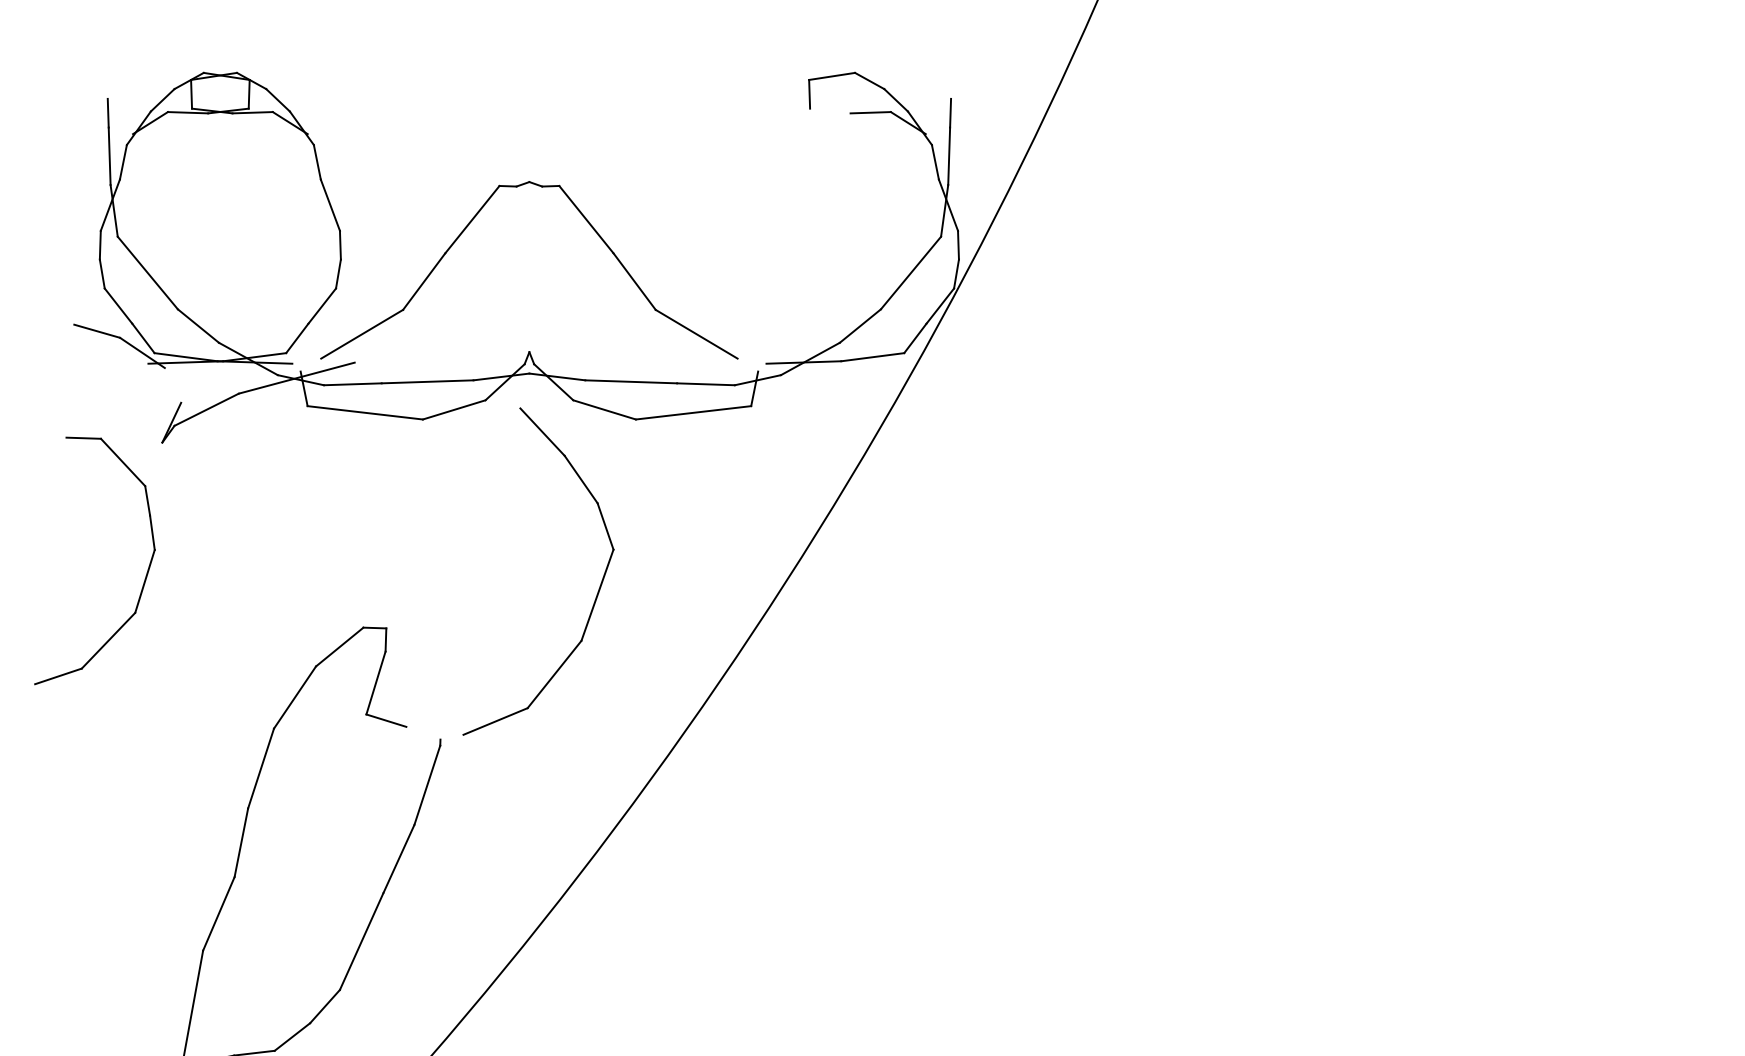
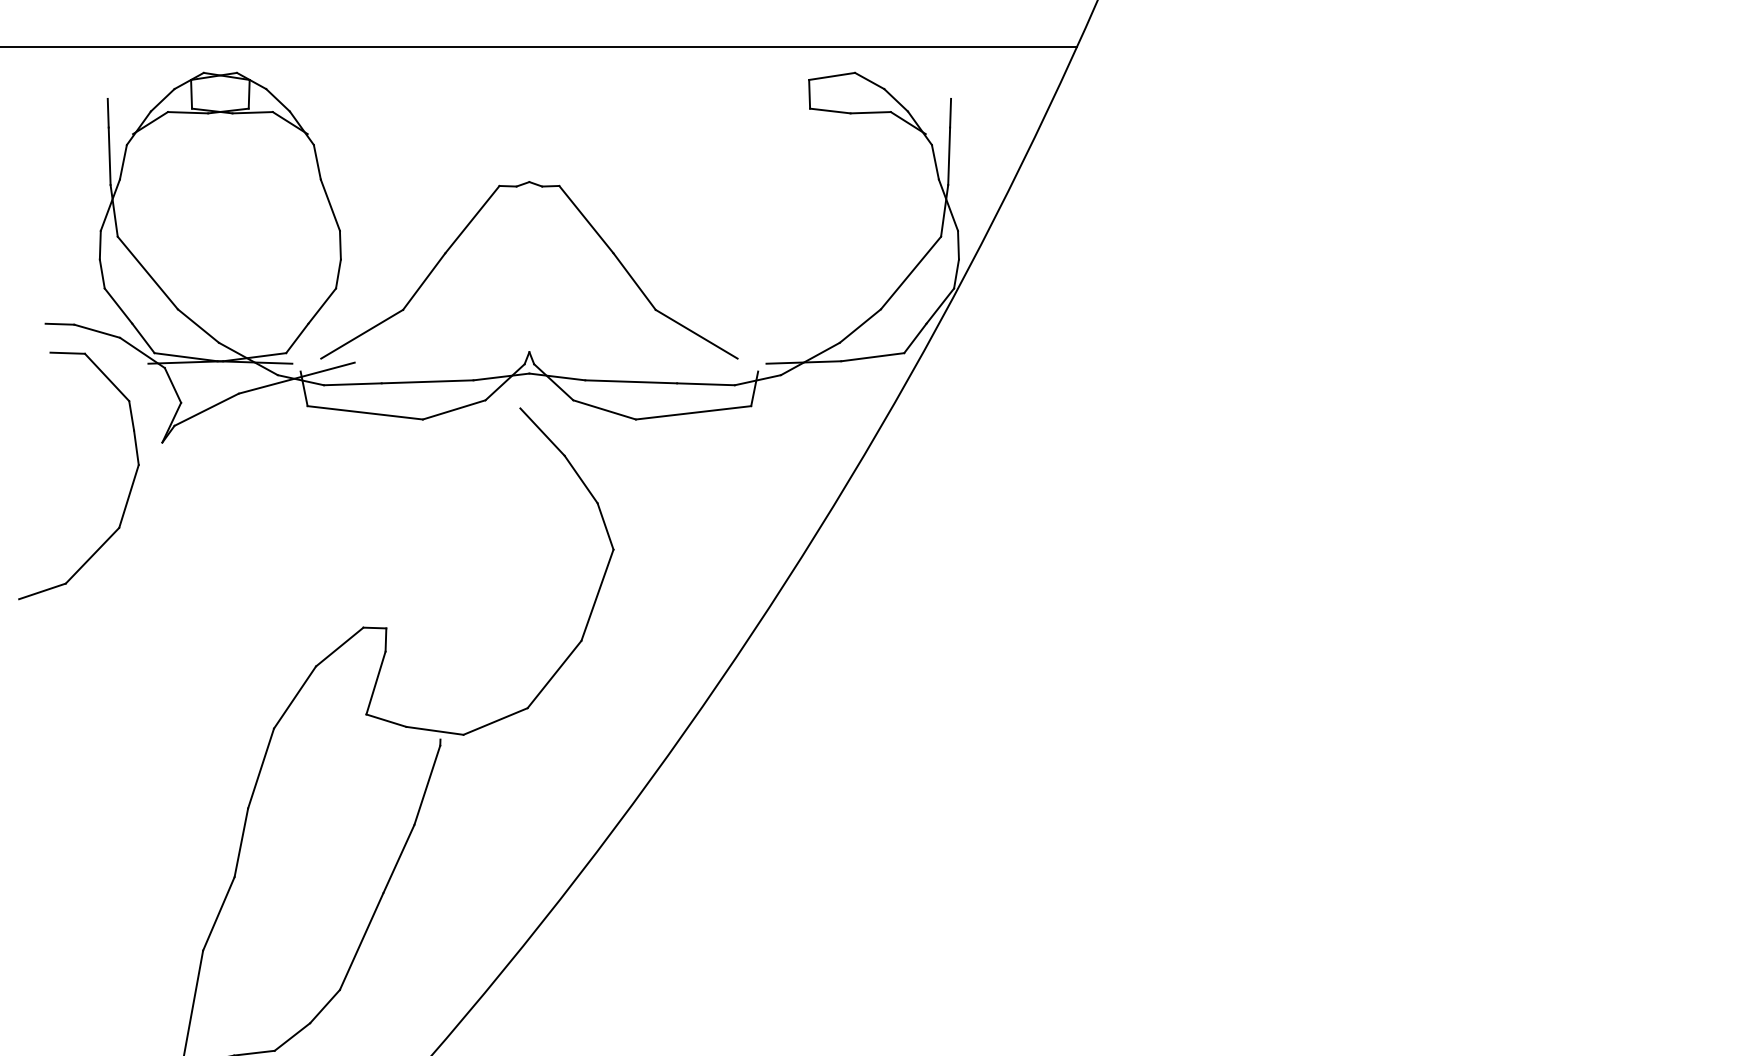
line at (539, 46): none -> present
line at (830, 110): none -> present
line at (59, 323): none -> present
line at (172, 385): none -> present
part at (145, 575) position: (145, 575) -> (129, 490)
line at (434, 730): none -> present
